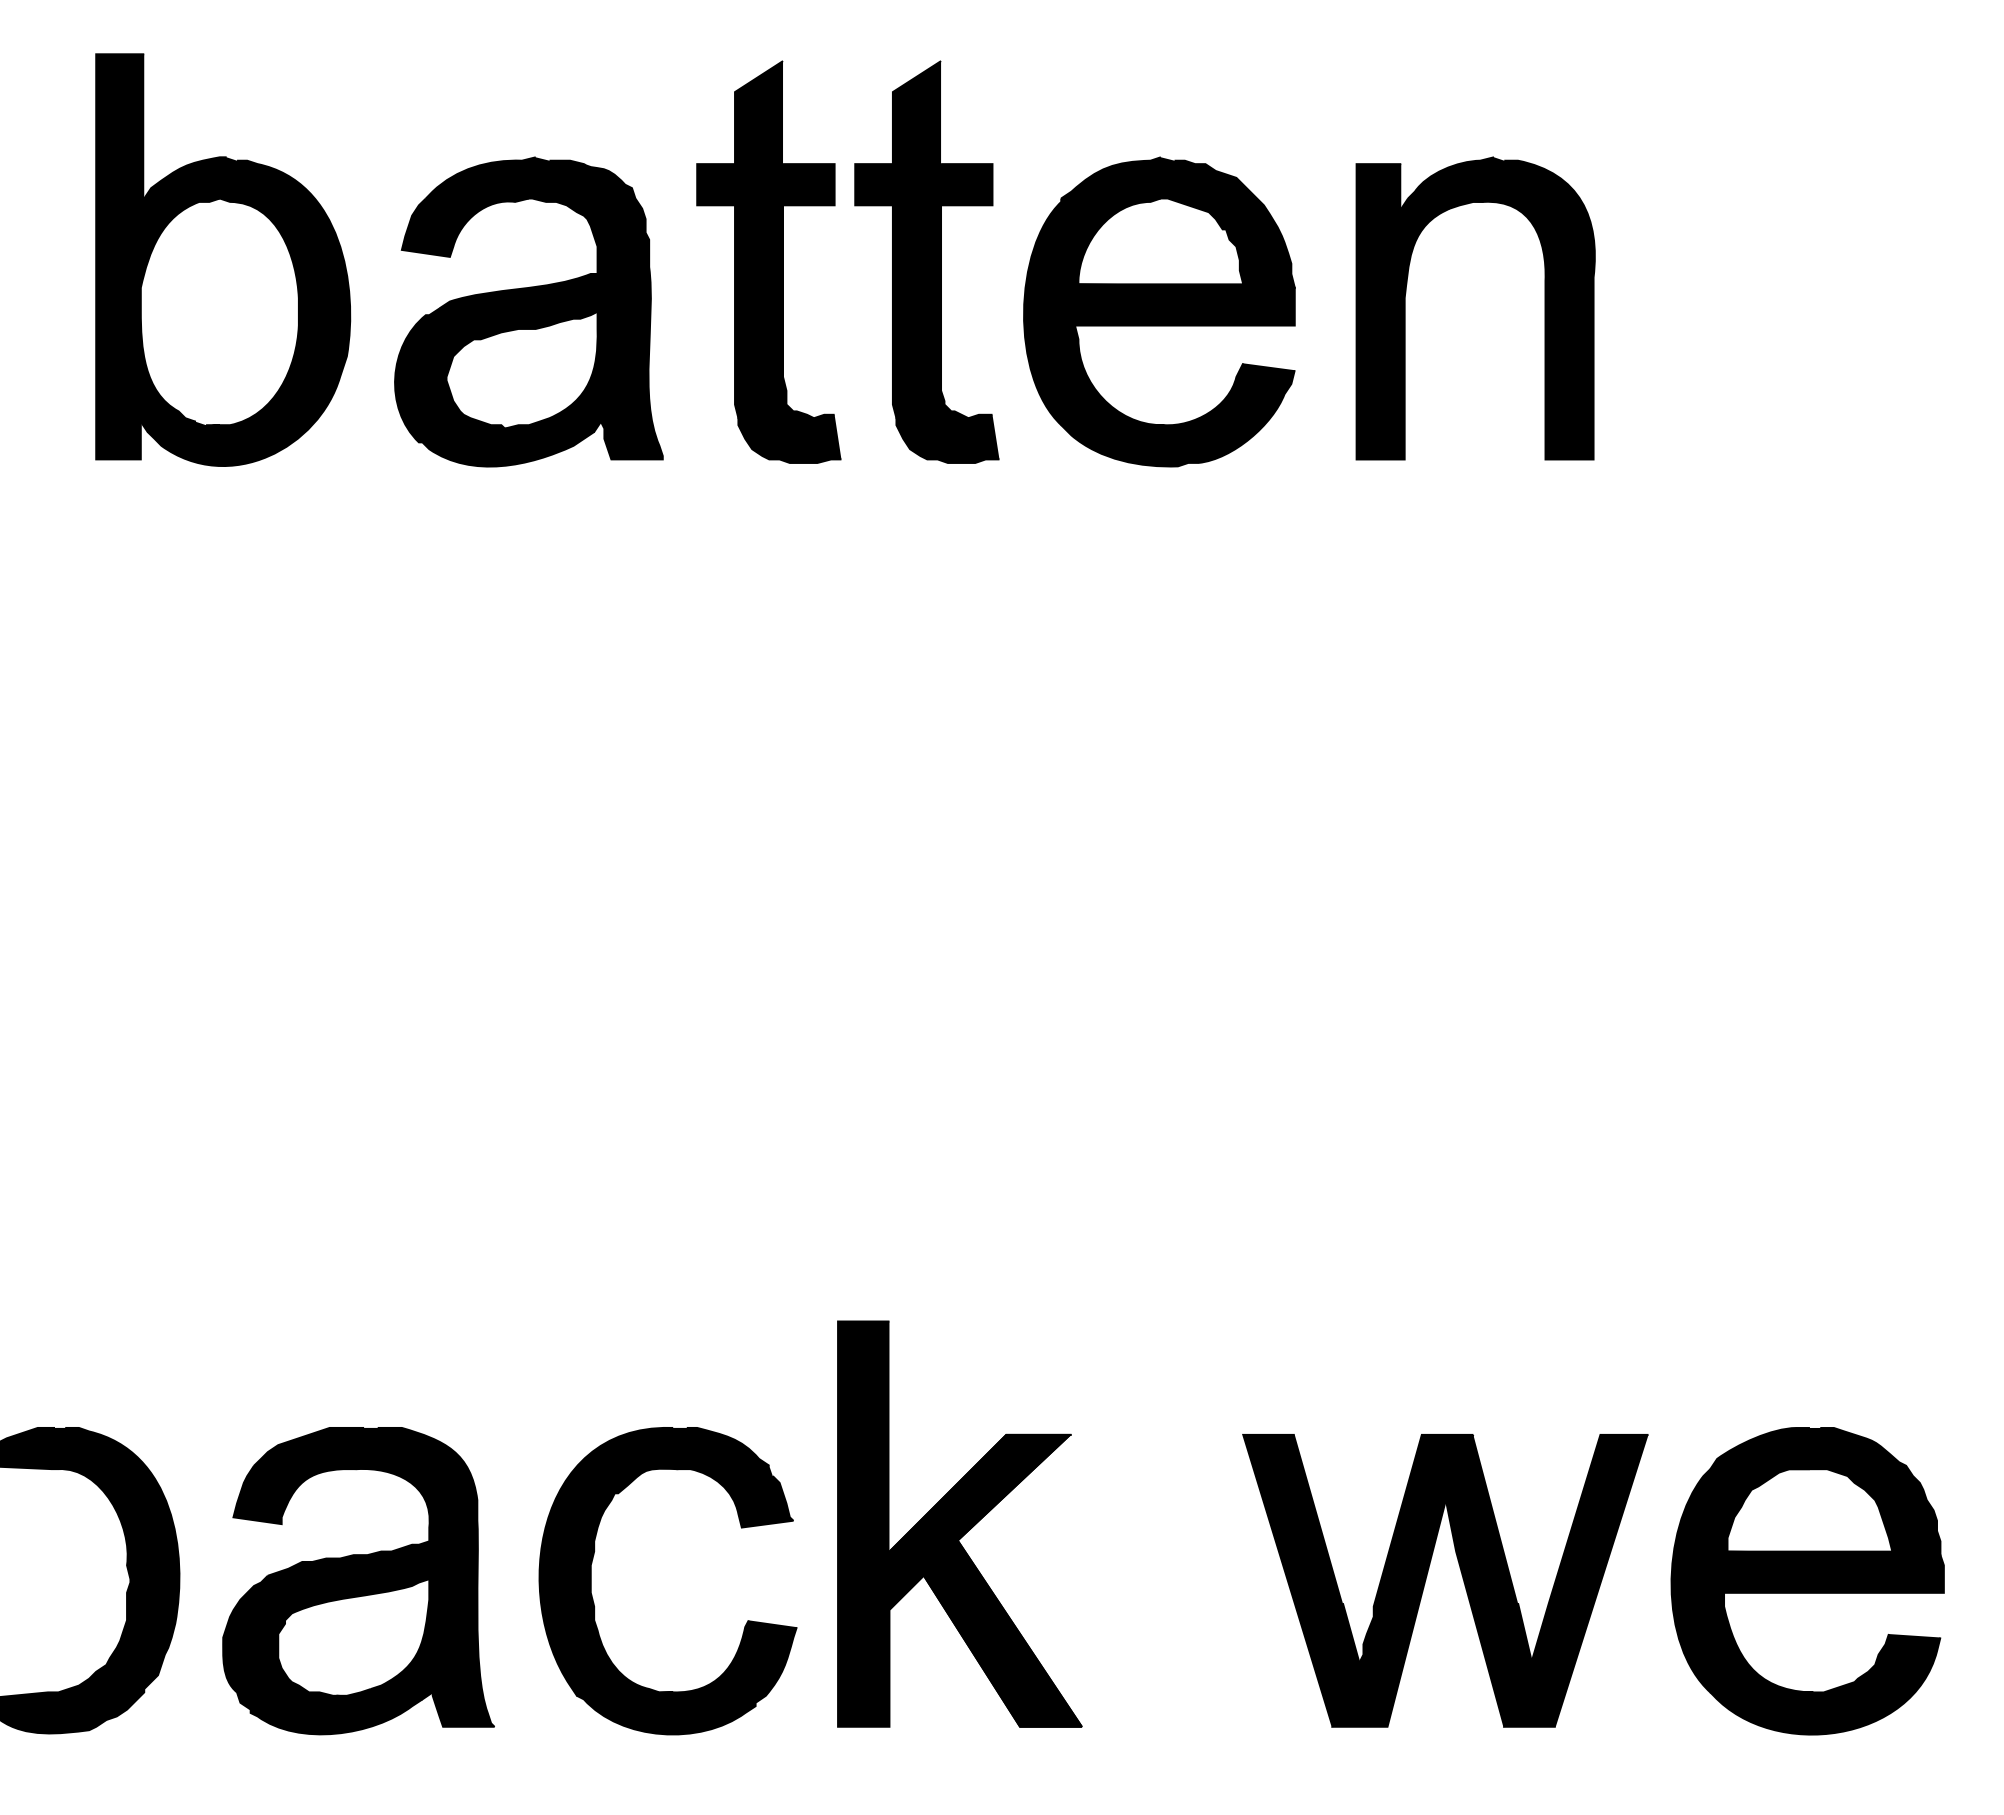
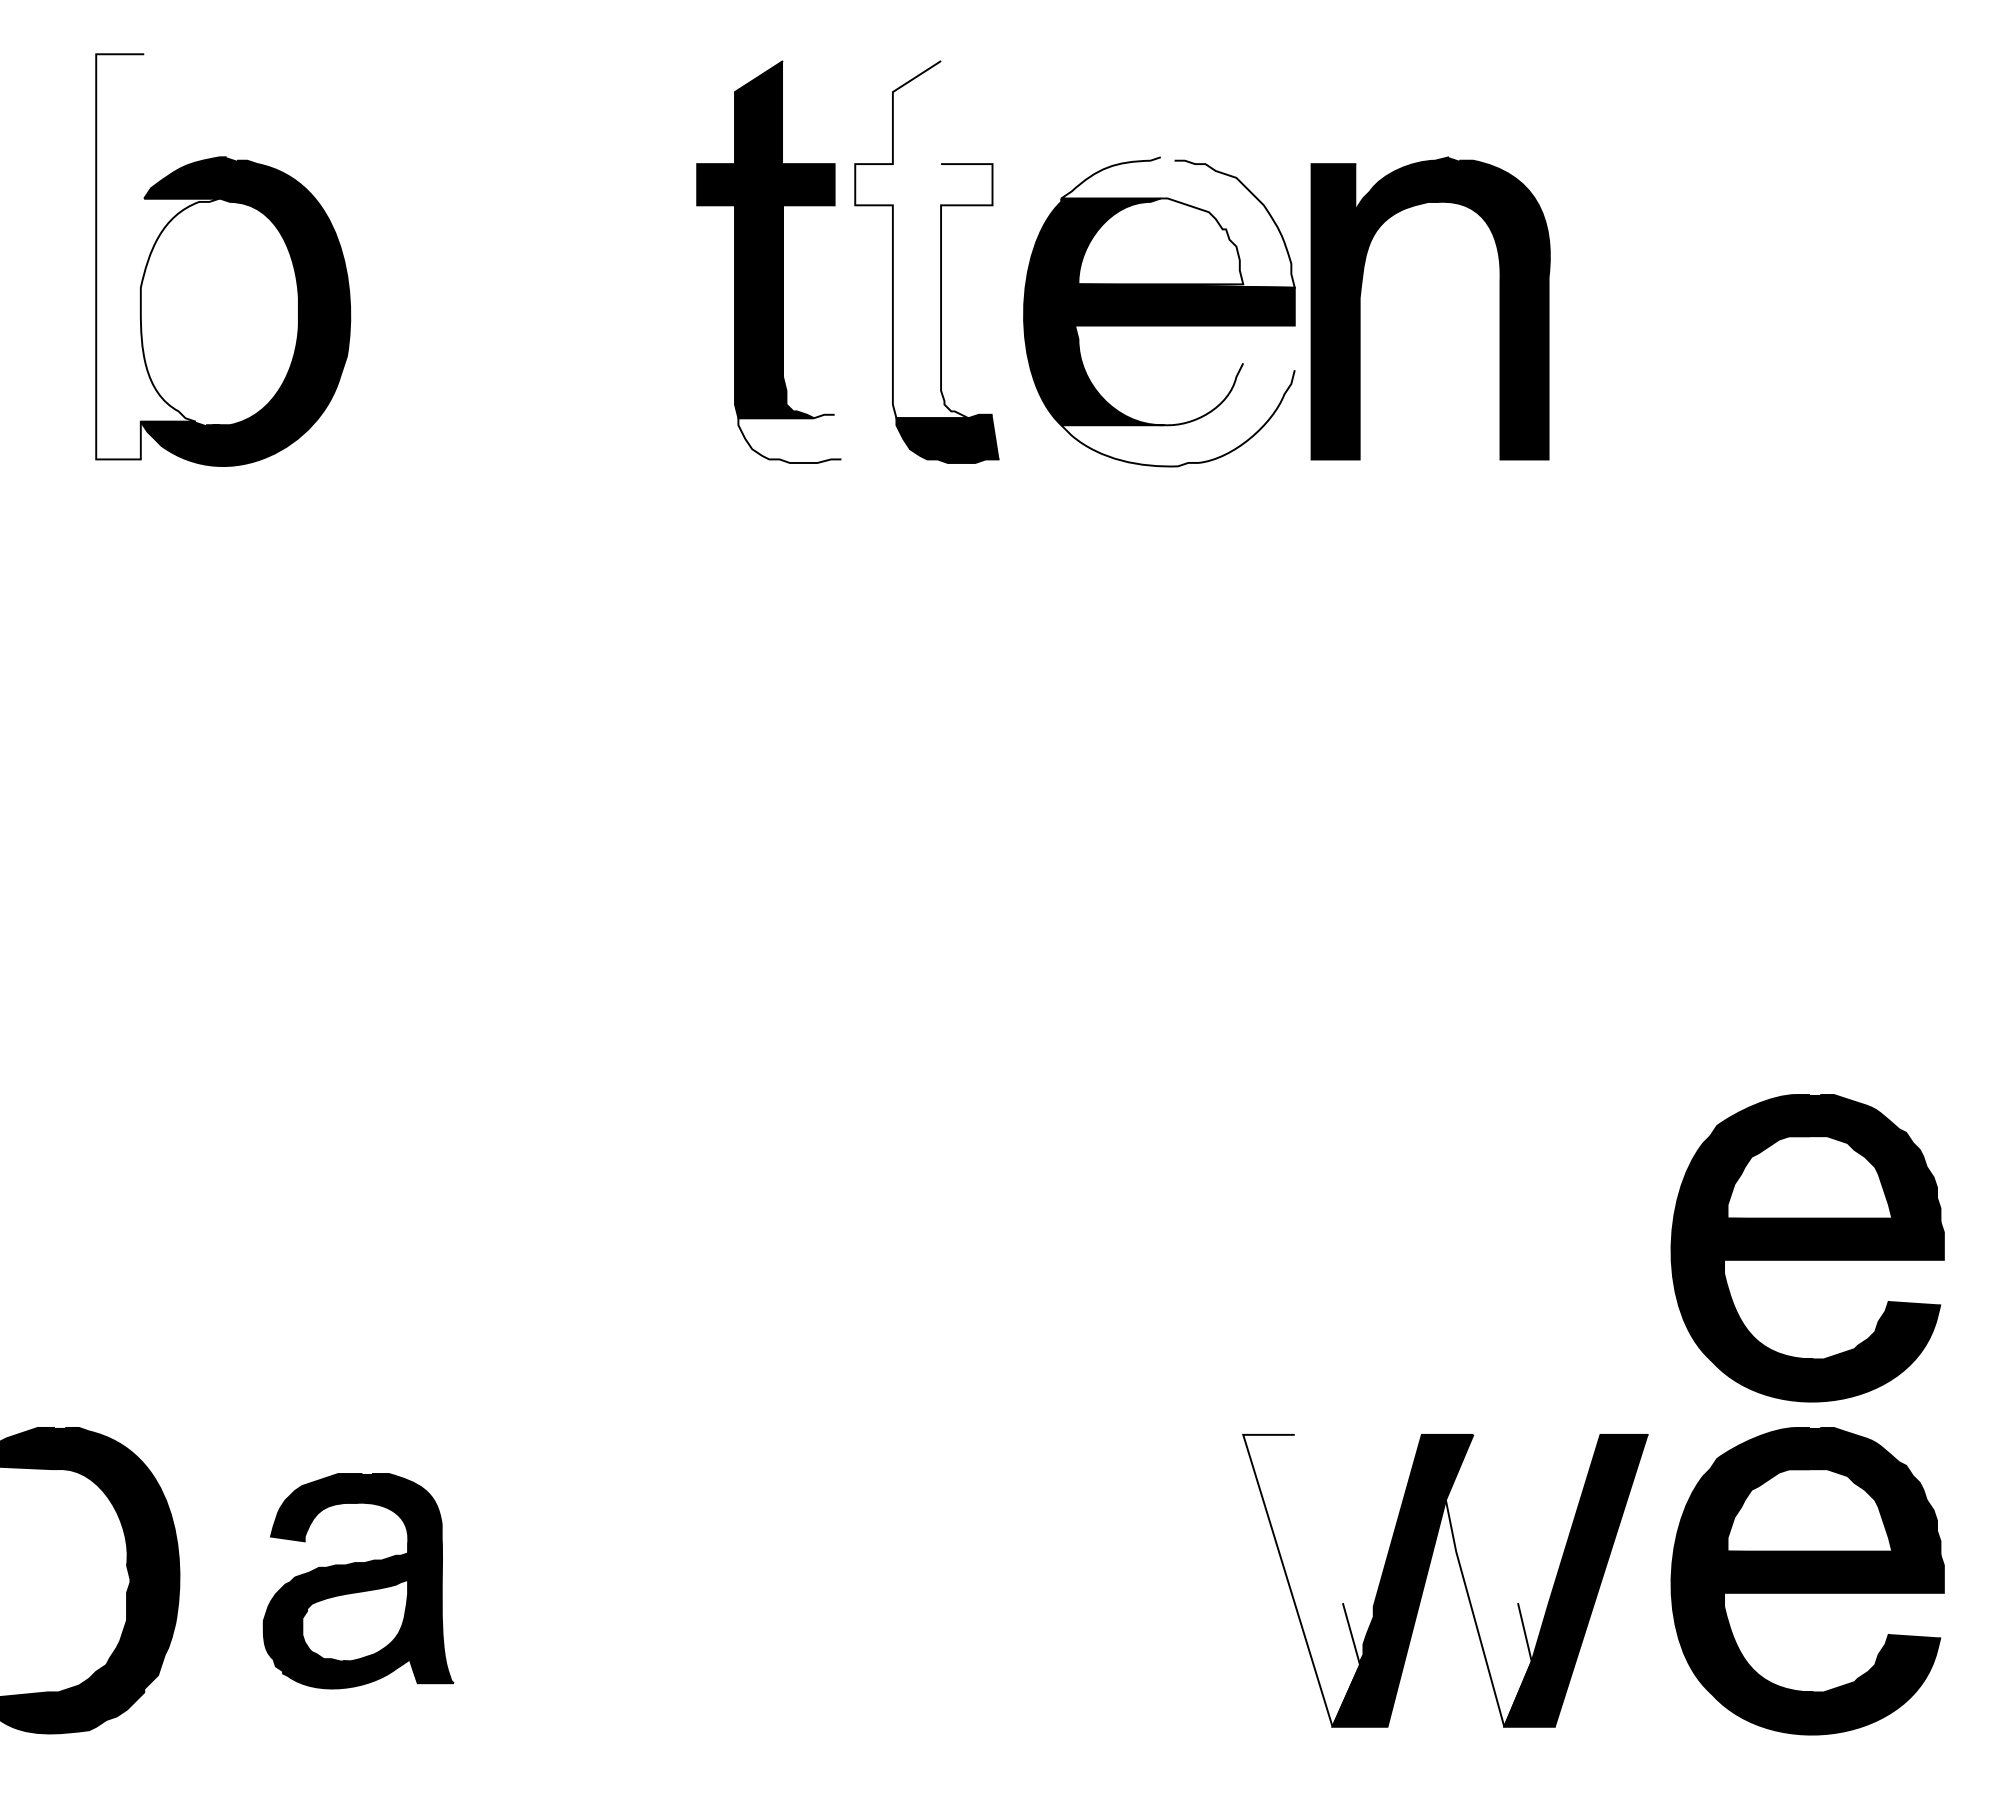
fill at (1177, 222): present -> none
fill at (923, 239): present -> none
fill at (157, 256): present -> none
part at (1544, 308) position: (1544, 308) -> (1499, 308)
part at (528, 311): present -> none
fill at (1177, 414): present -> none
fill at (789, 438): present -> none
part at (1807, 1248): none -> present
part at (959, 1523): present -> none
fill at (1301, 1580): present -> none
fill at (1488, 1580): present -> none
part at (358, 1581) size: 273x309 px -> 193x217 px
part at (593, 1598): present -> none
